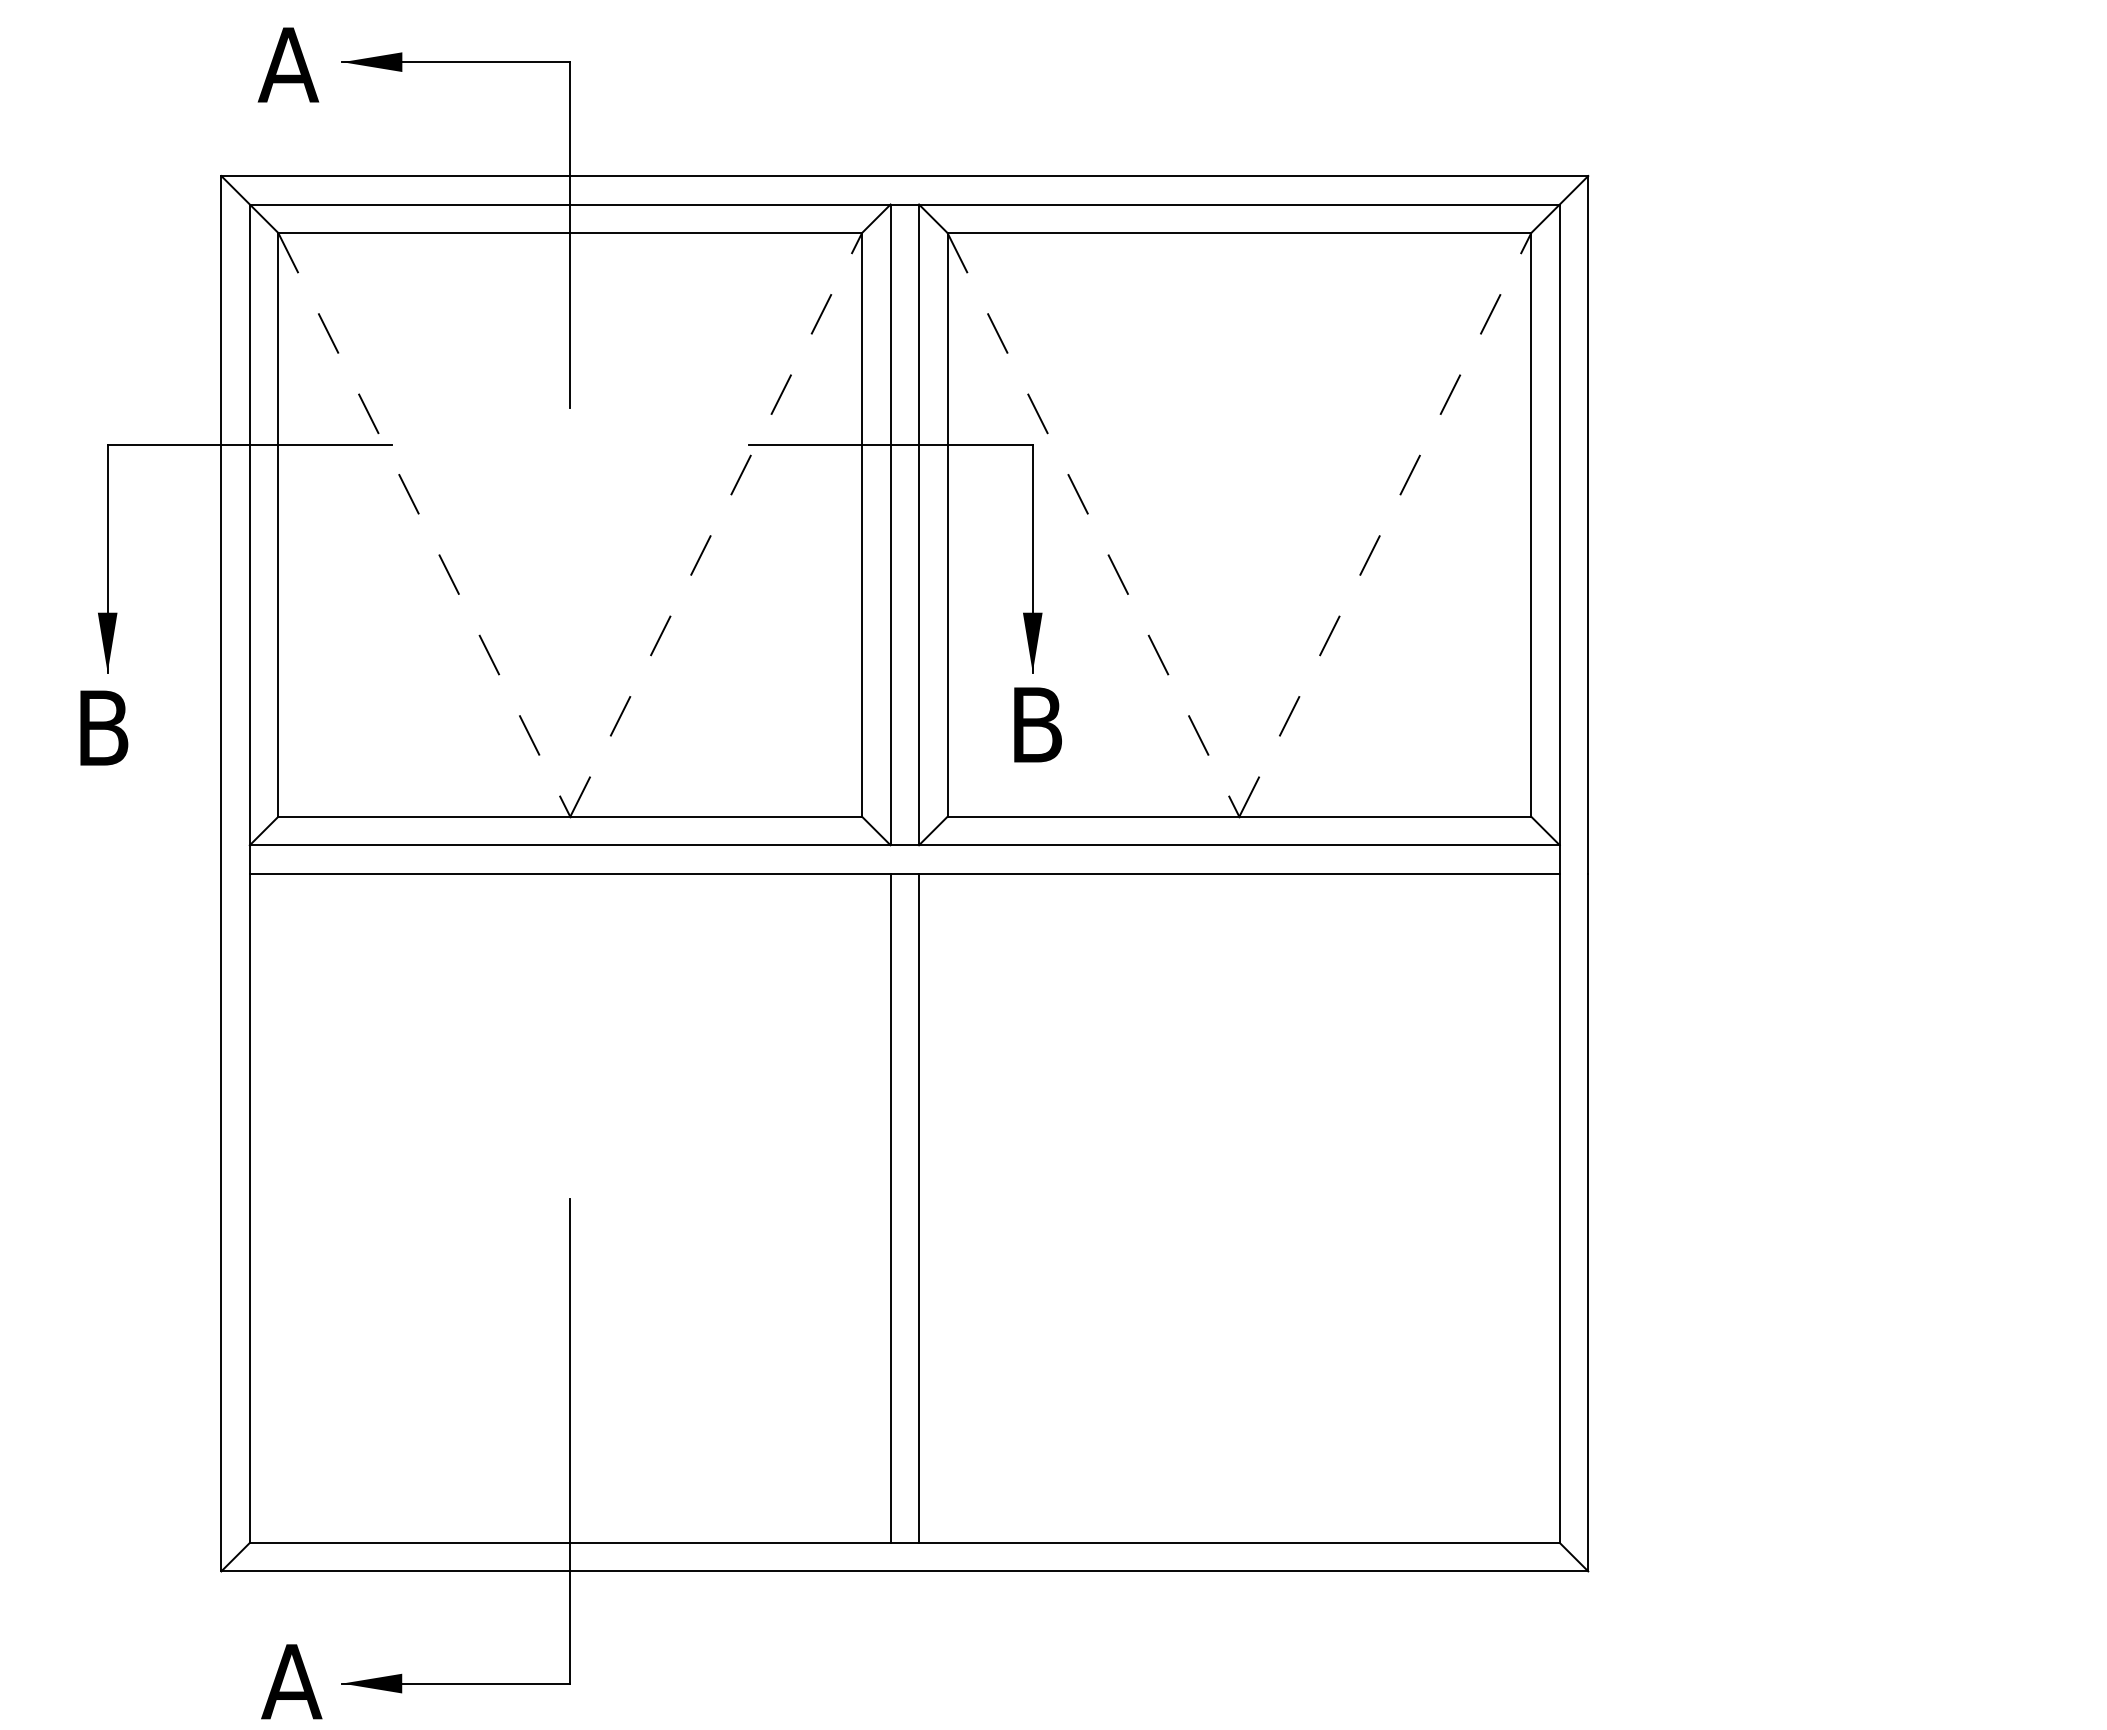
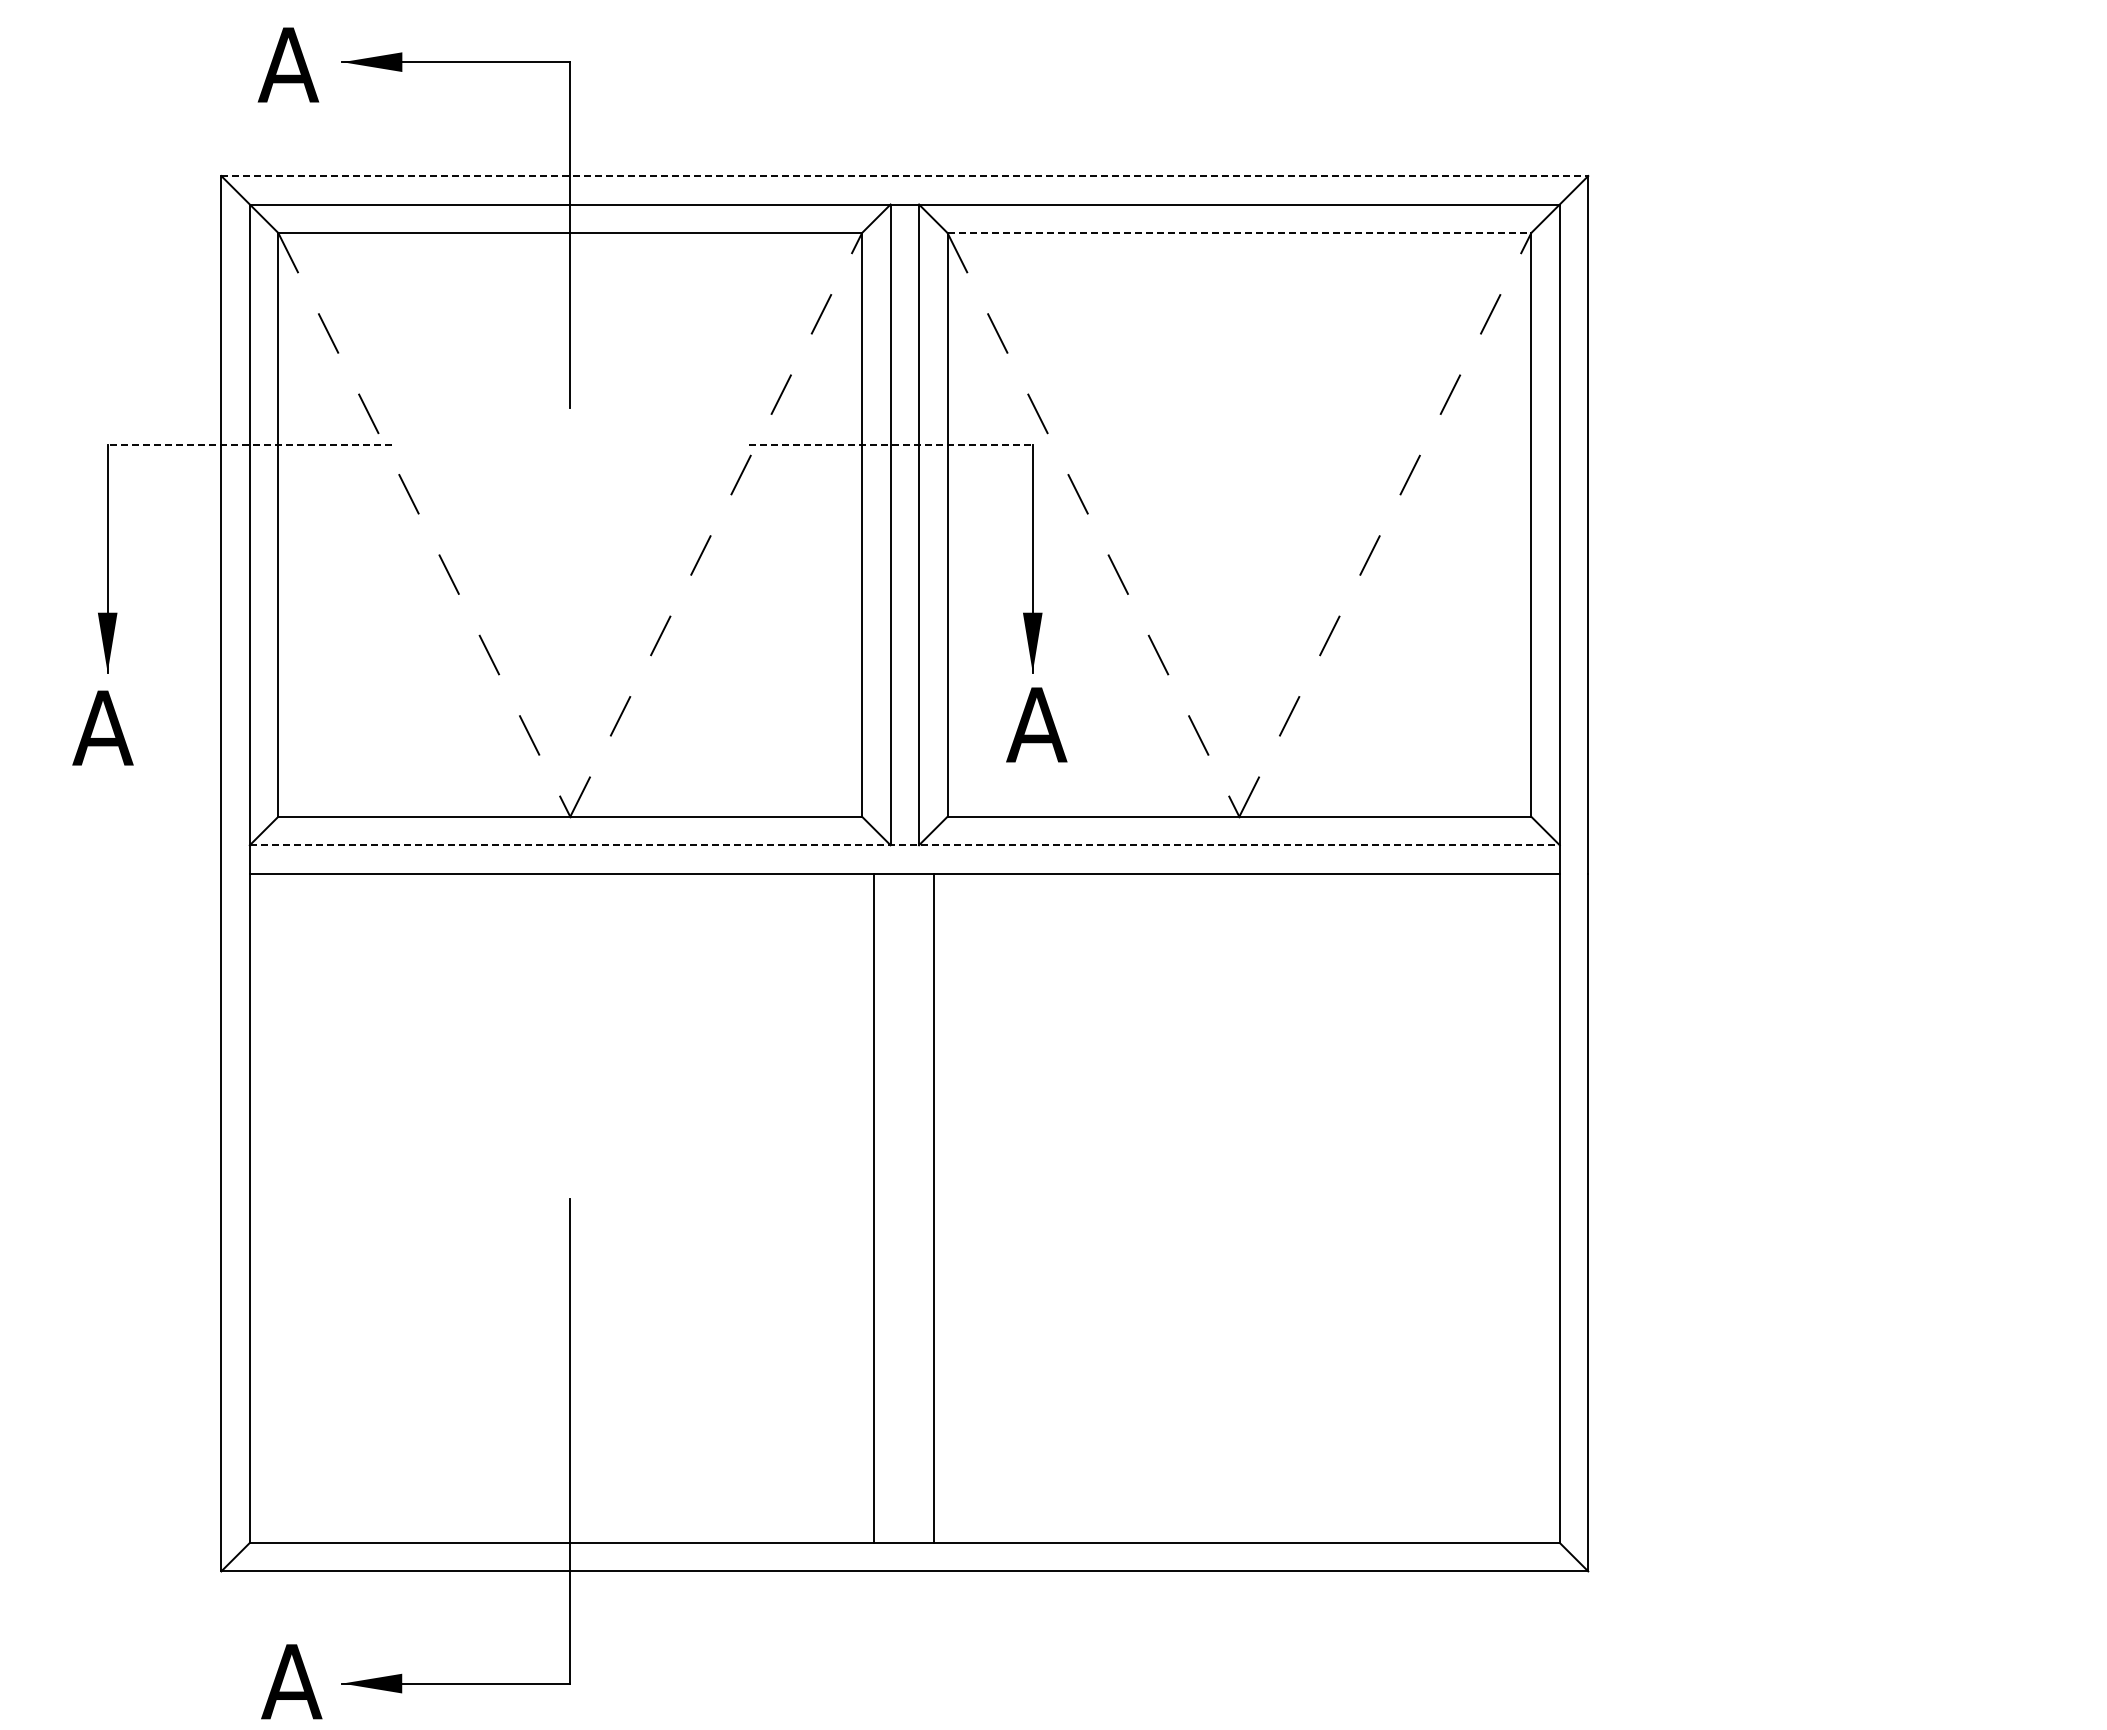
line at (905, 176): solid -> dashed
line at (1239, 232): solid -> dashed
line at (249, 444): solid -> dashed
line at (891, 444): solid -> dashed
text at (1036, 724): B -> A
text at (102, 727): B -> A
line at (904, 845): solid -> dashed
line at (890, 1207) position: (890, 1207) -> (873, 1207)
line at (919, 1207) position: (919, 1207) -> (934, 1207)
